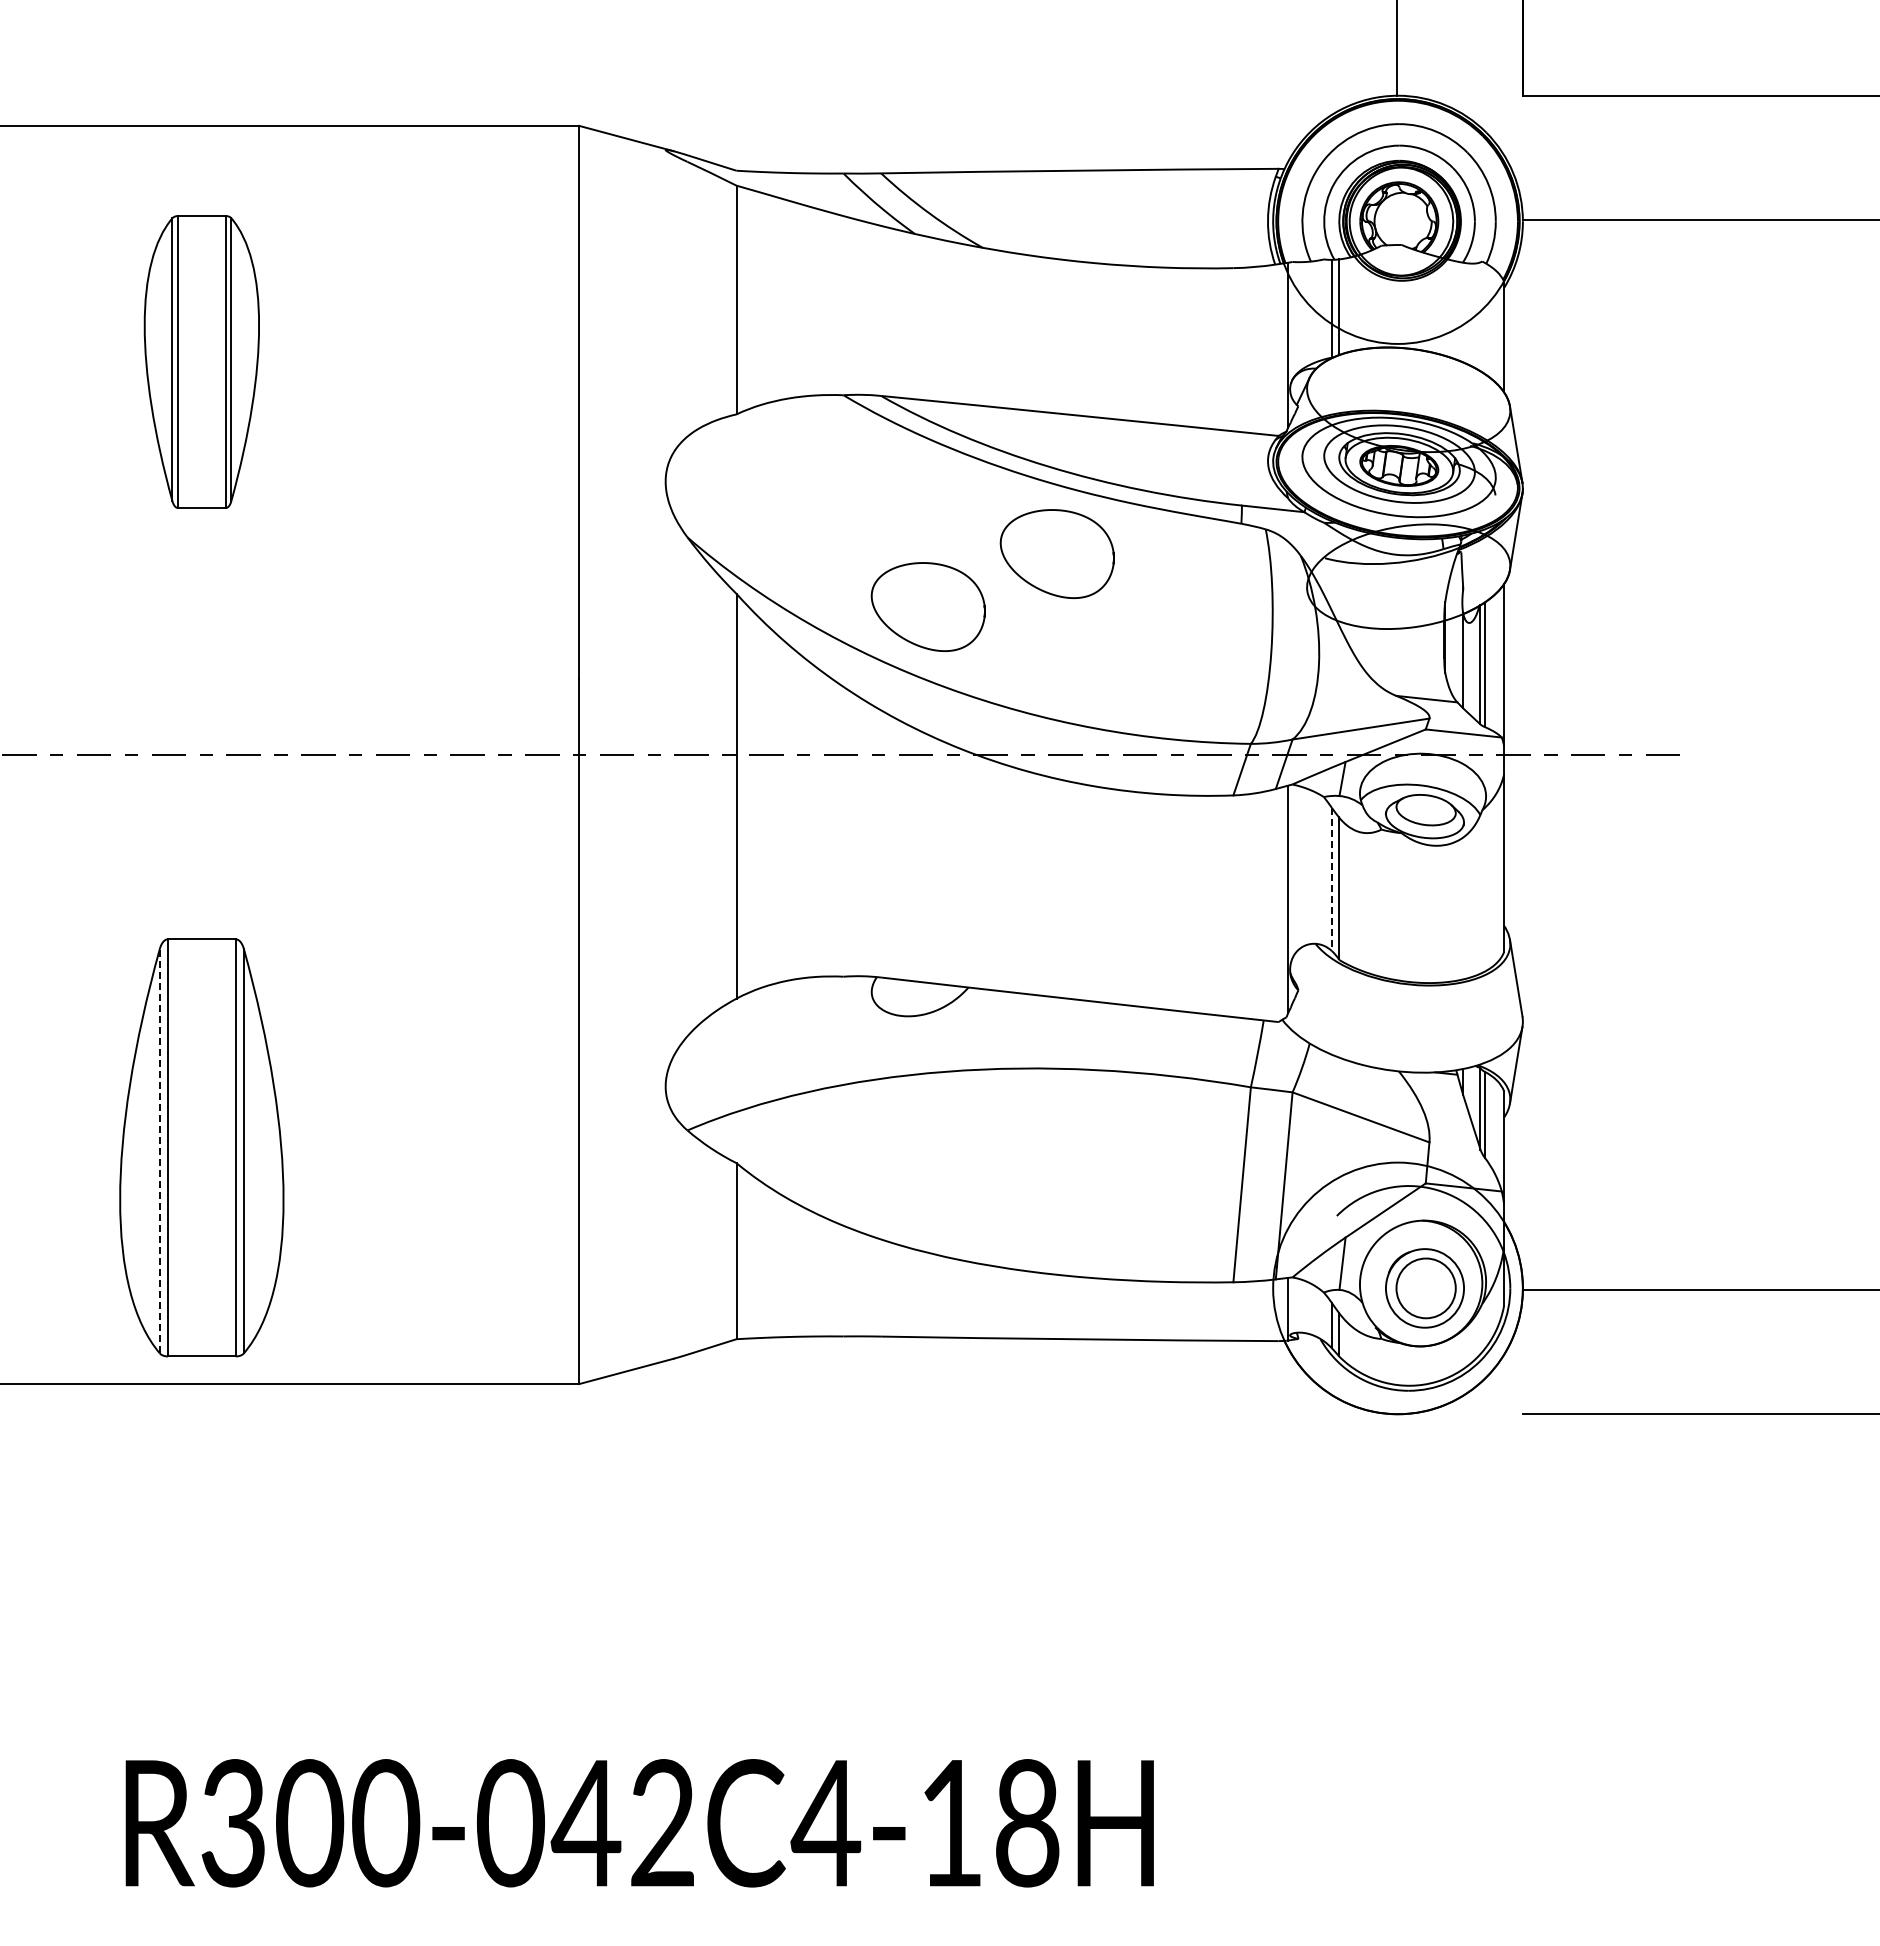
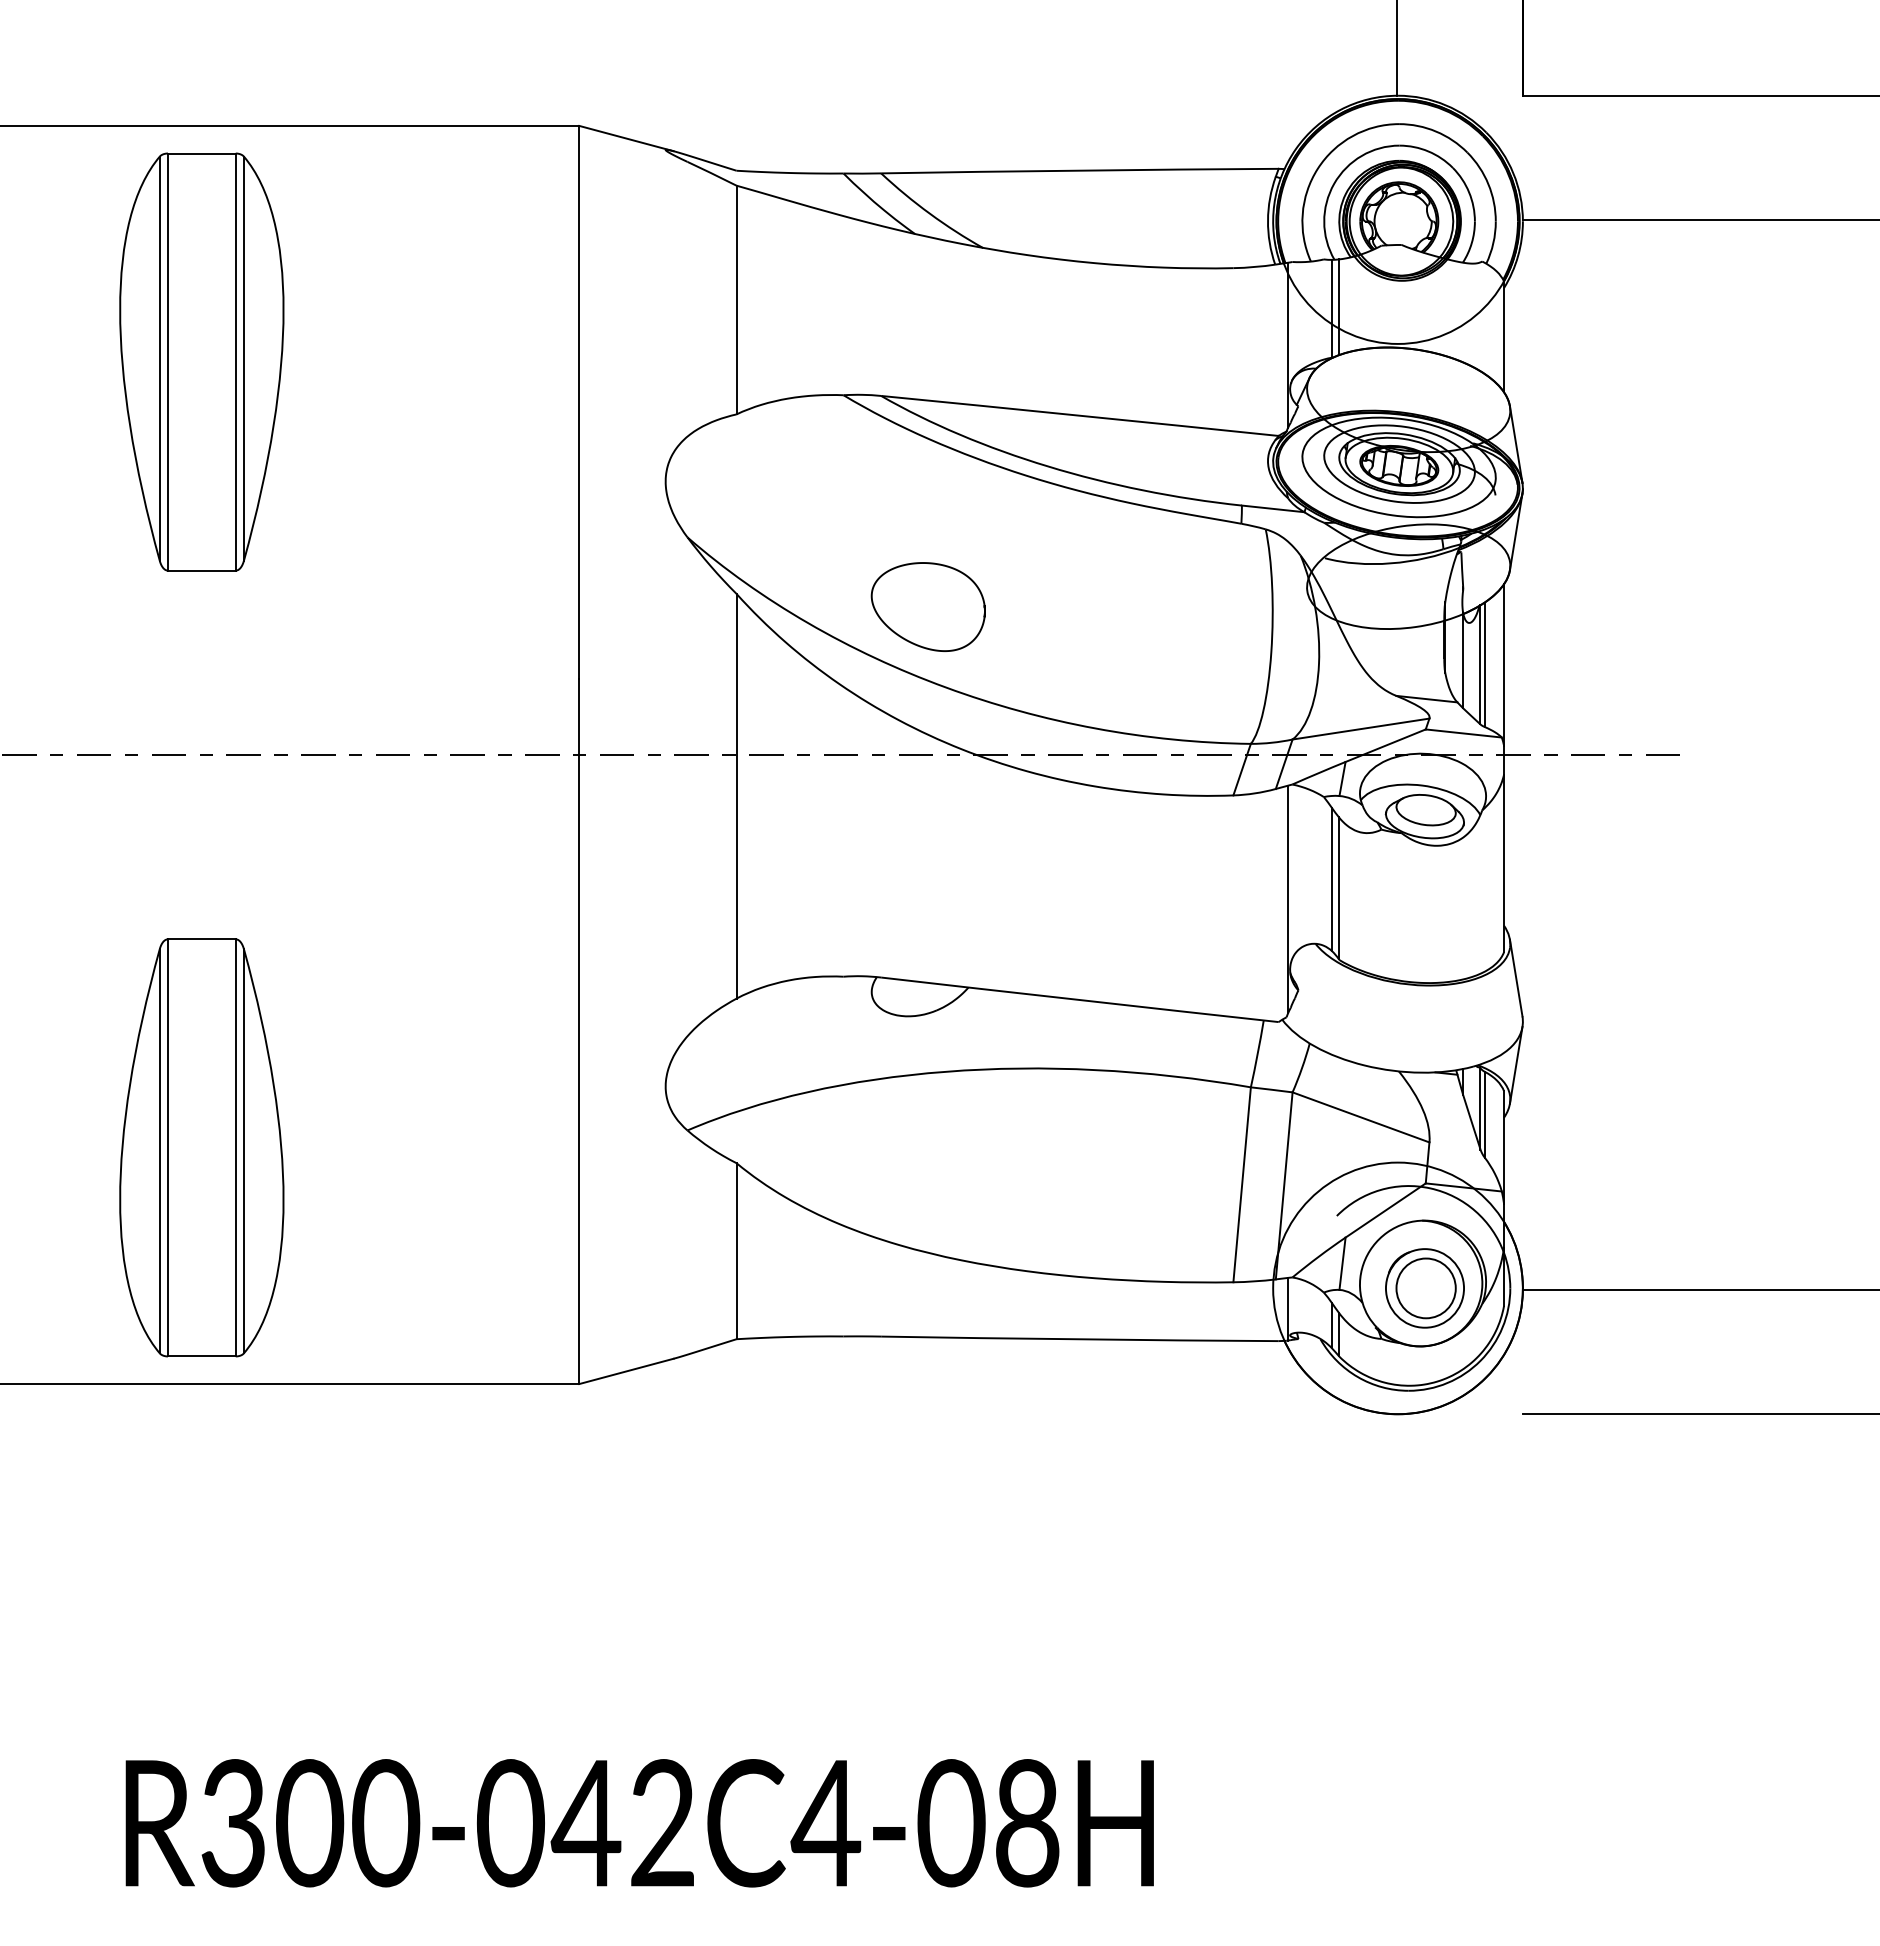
part at (201, 361) size: 117x294 px -> 166x420 px
curve at (1038, 587): present -> none
line at (1331, 879): dashed -> solid
line at (159, 1150): dashed -> solid
text at (951, 1823): R300-042C4-18H -> R300-042C4-08H
